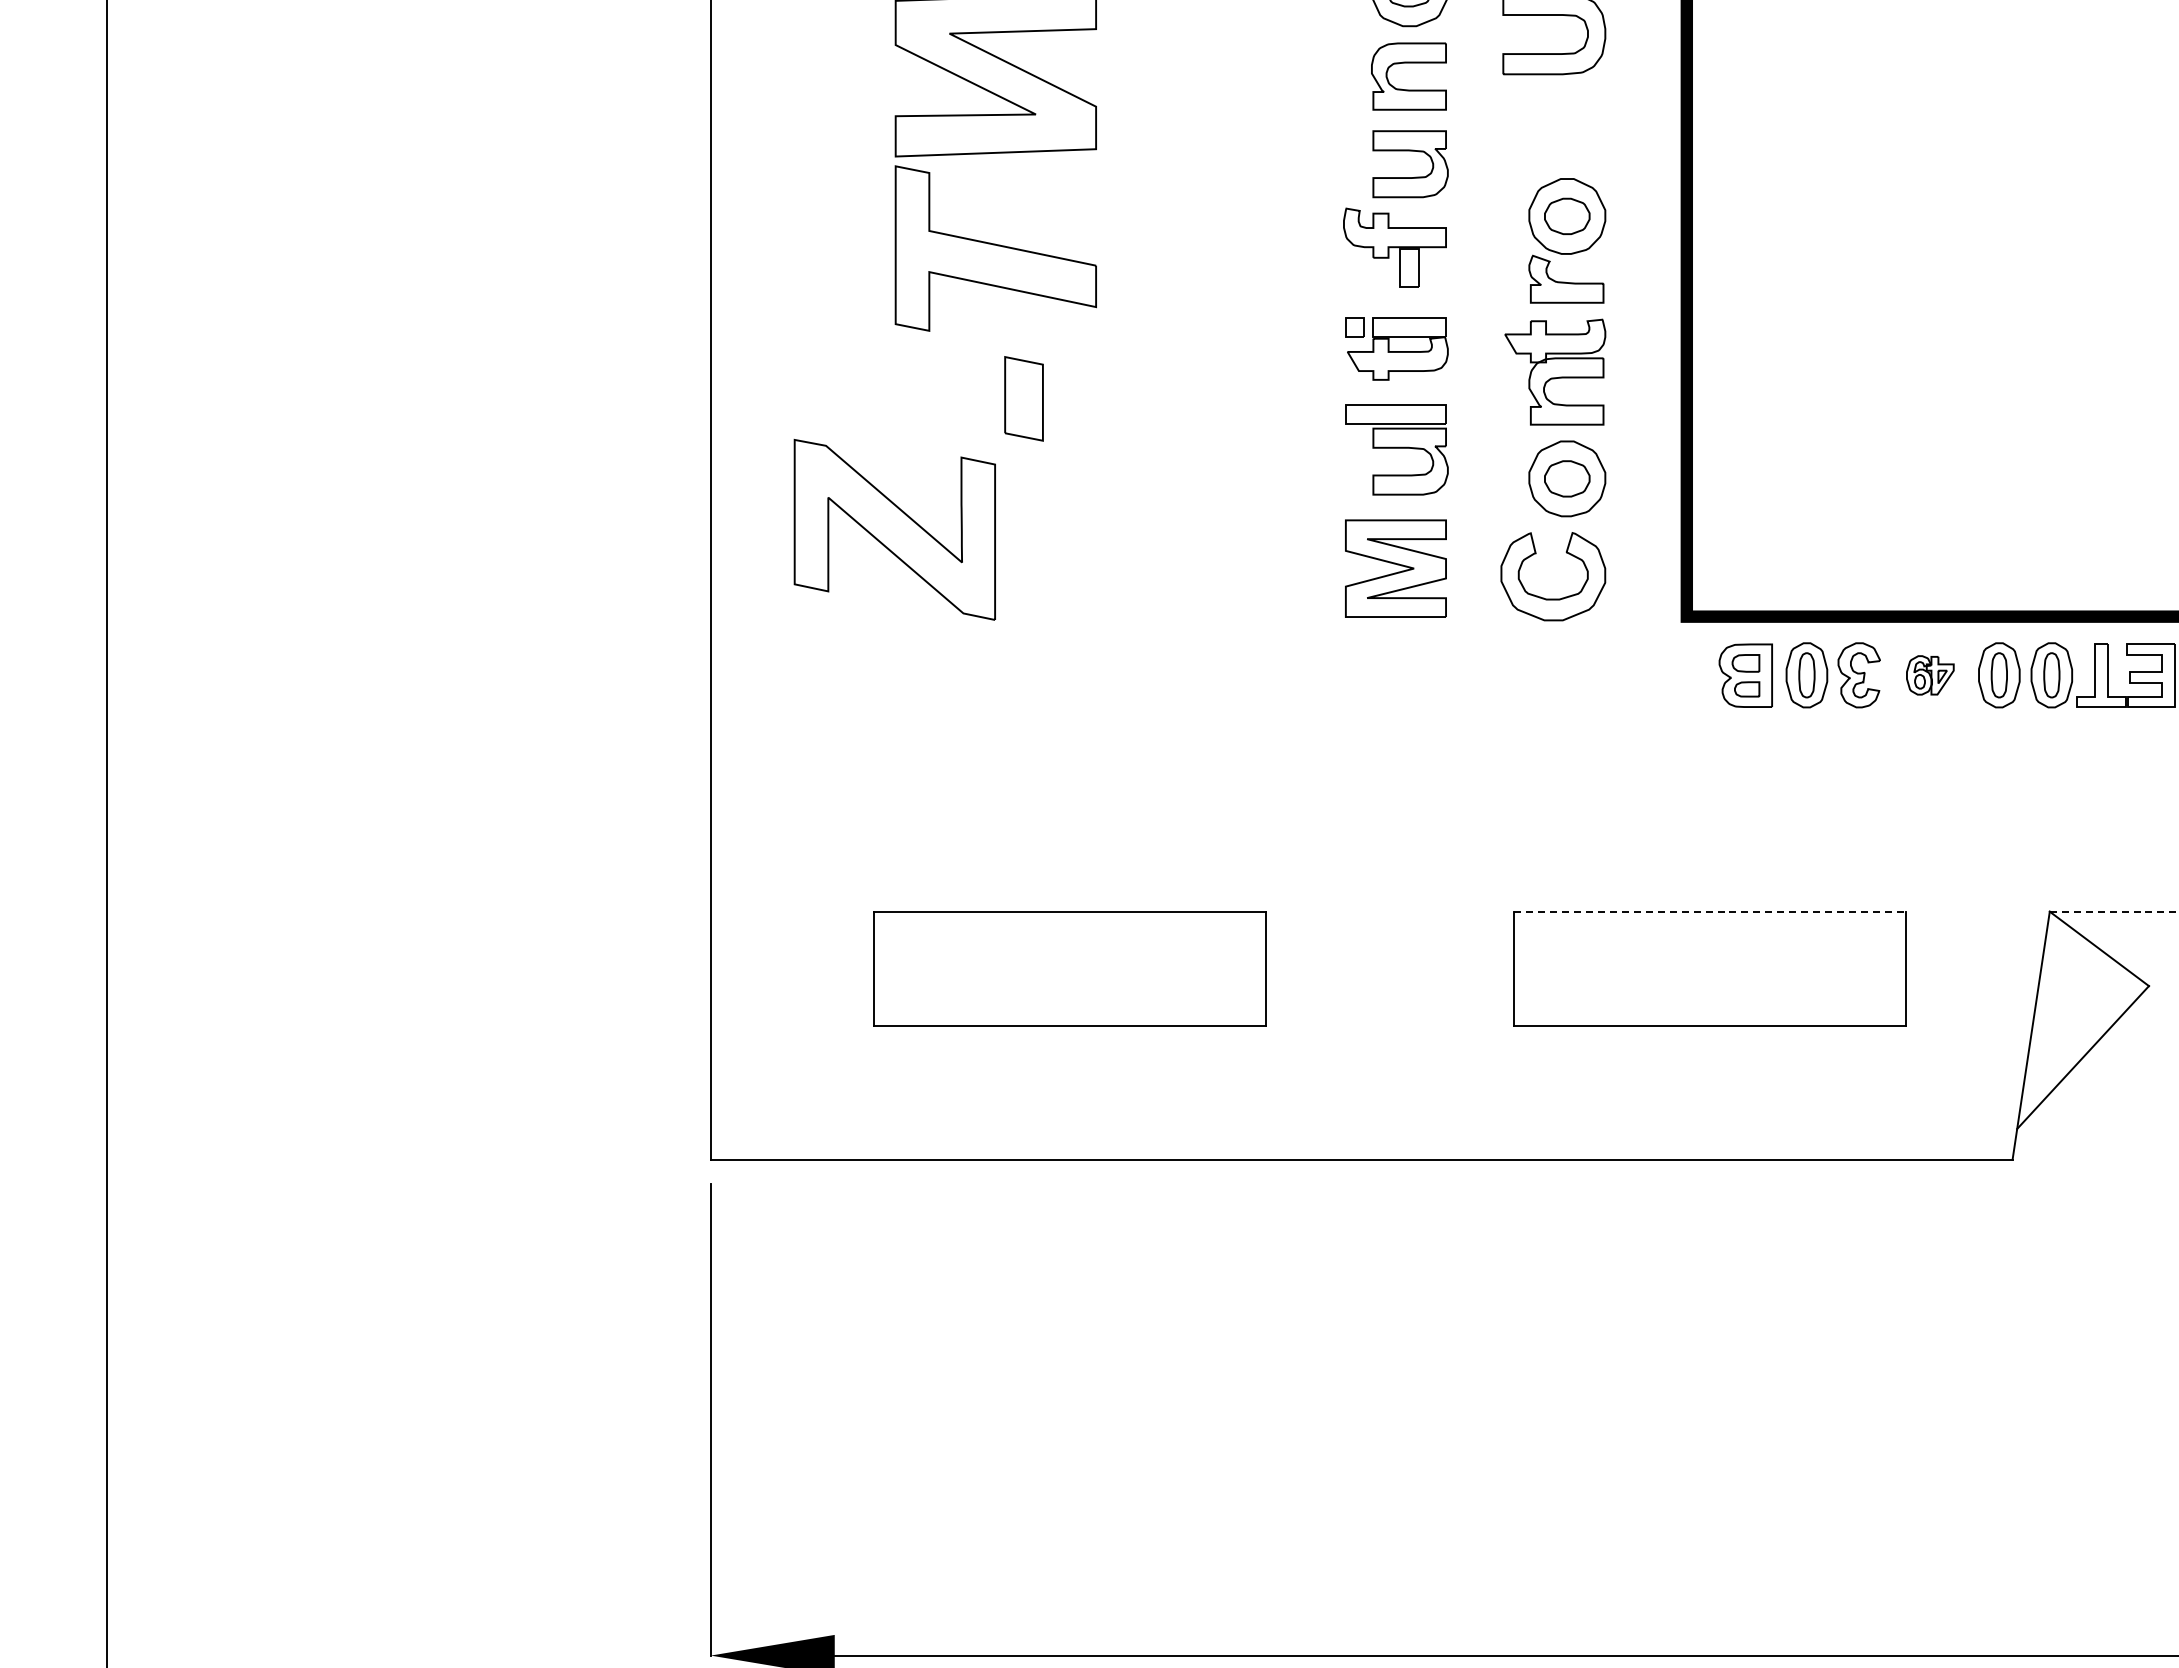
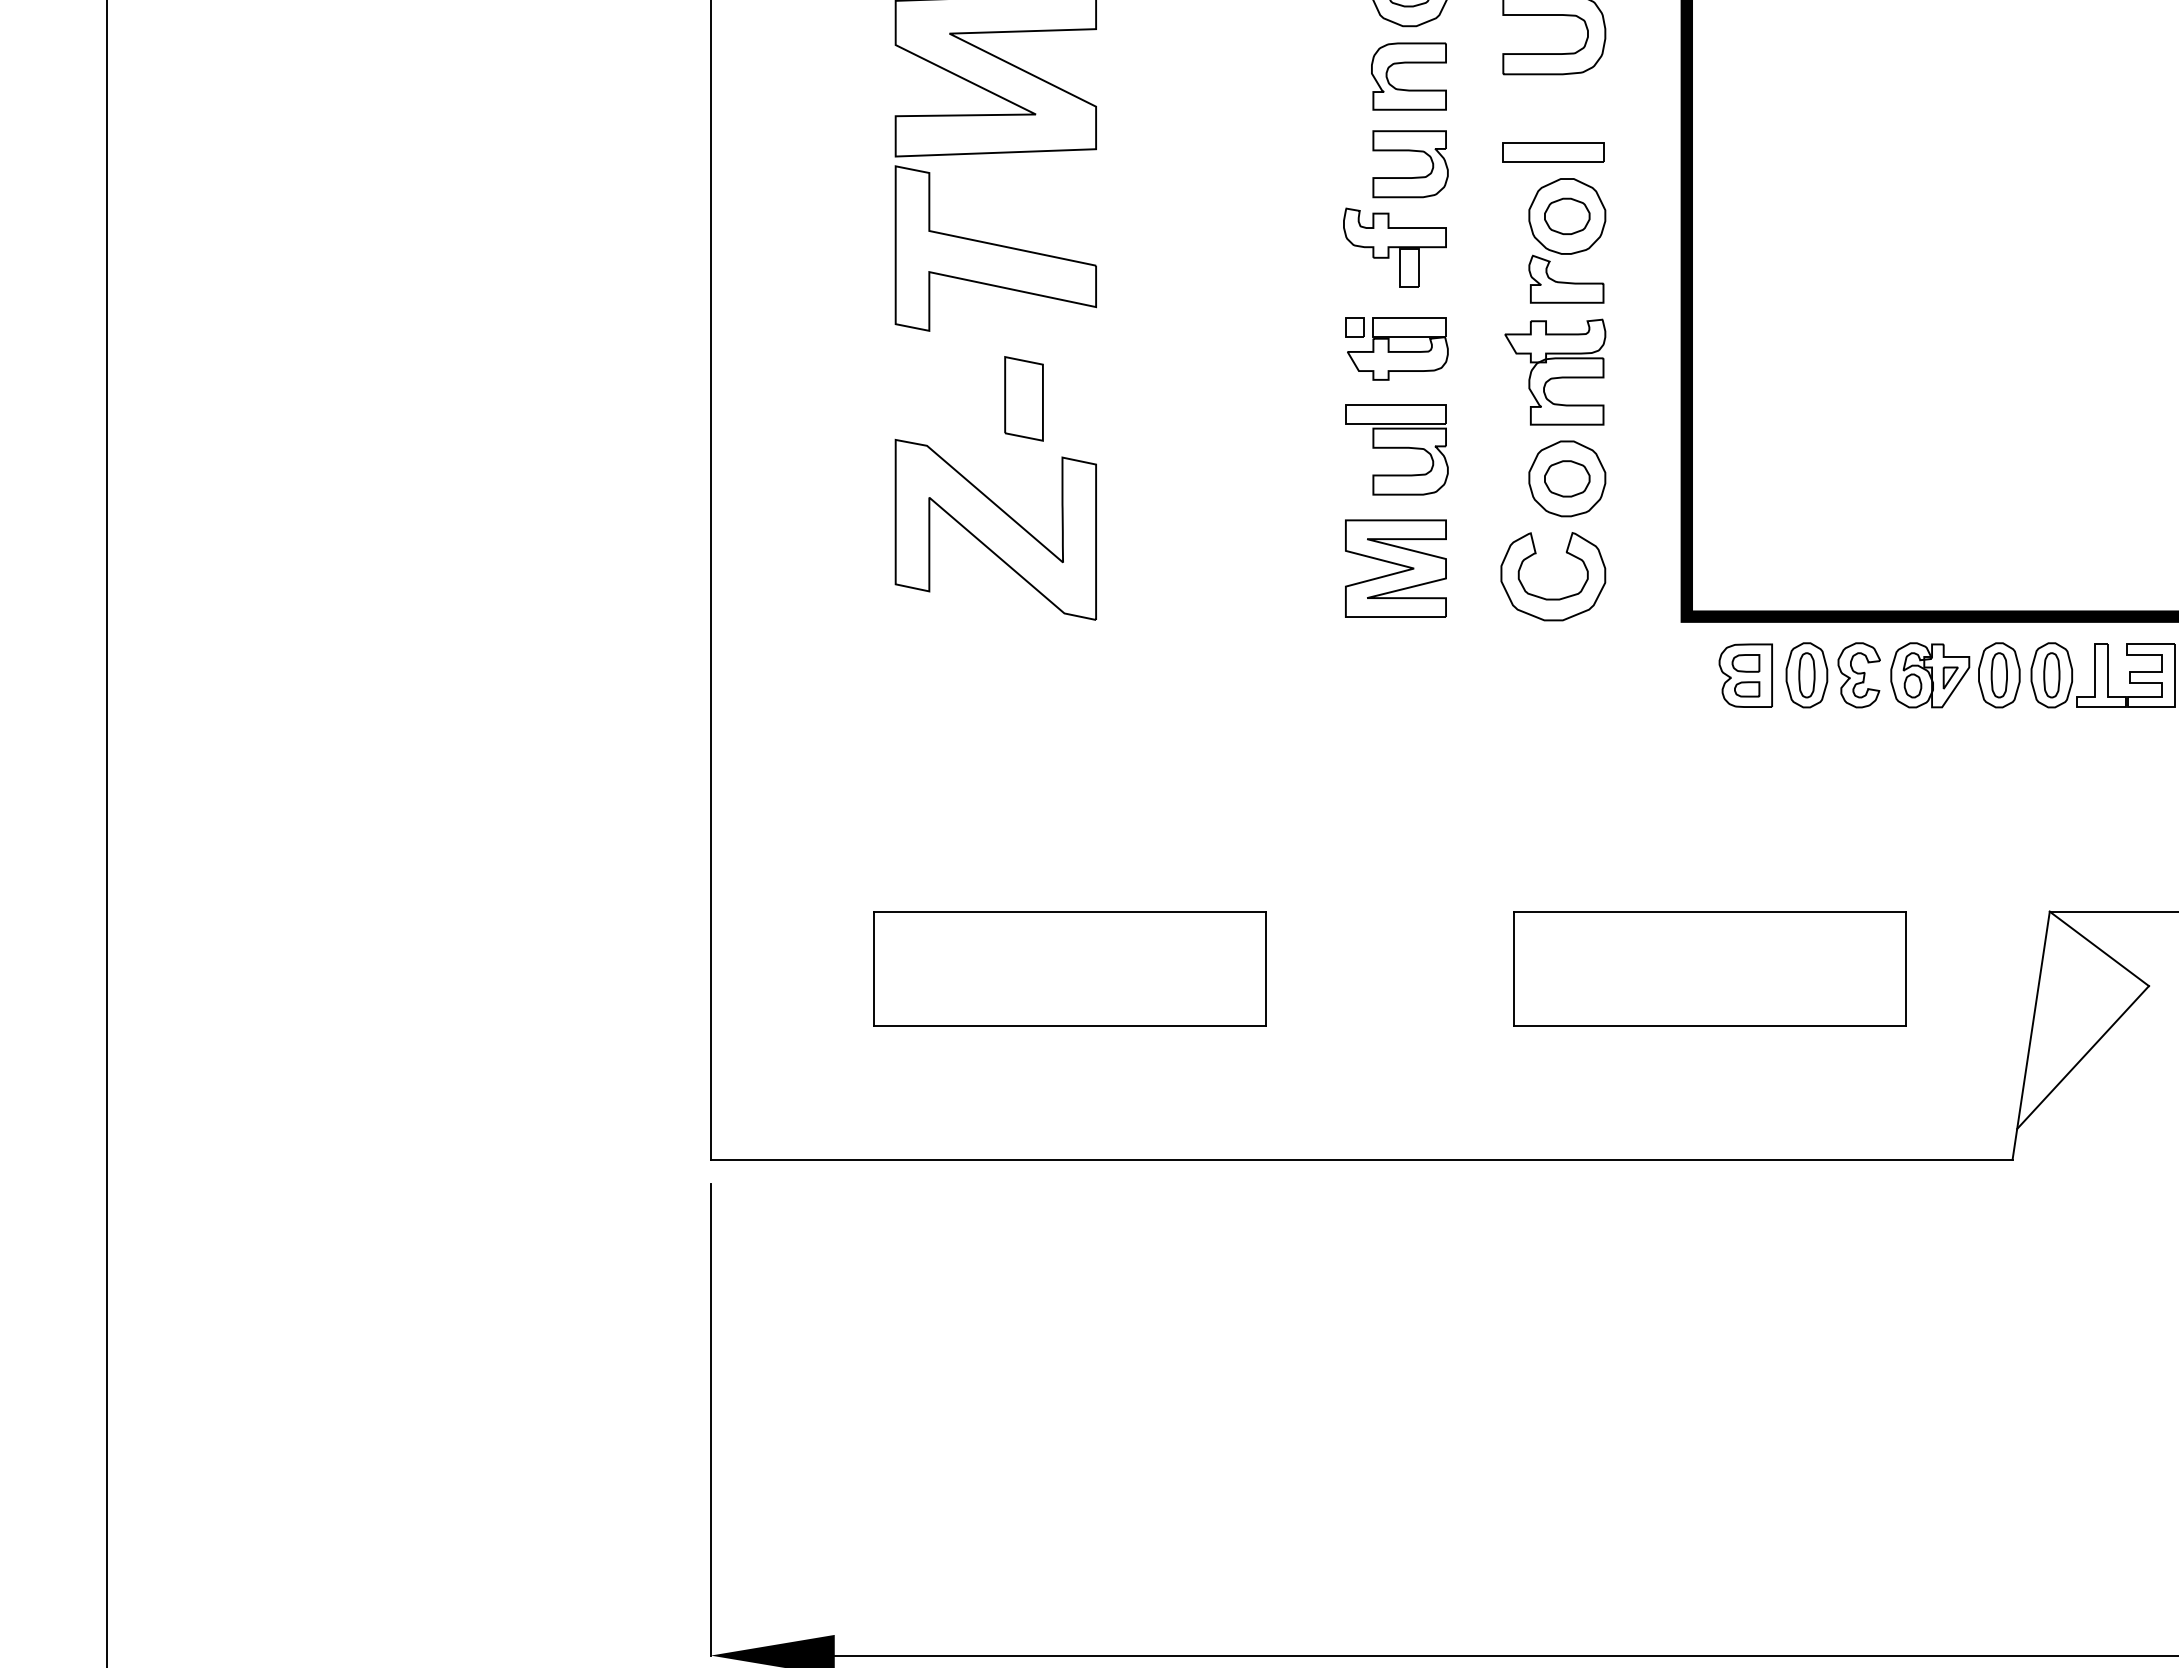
part at (1553, 152): none -> present
part at (894, 529) position: (894, 529) -> (995, 529)
part at (1930, 675) size: 49x41 px -> 81x67 px
line at (1710, 911): dashed -> solid
line at (2114, 911): dashed -> solid
